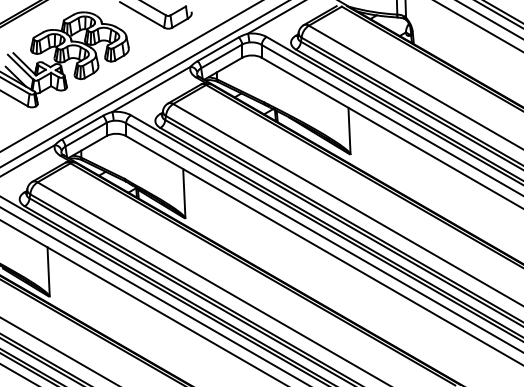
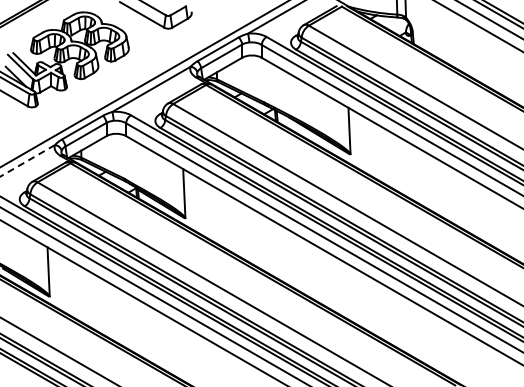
line at (130, 76): present -> none
line at (27, 161): solid -> dashed
line at (18, 374): present -> none
